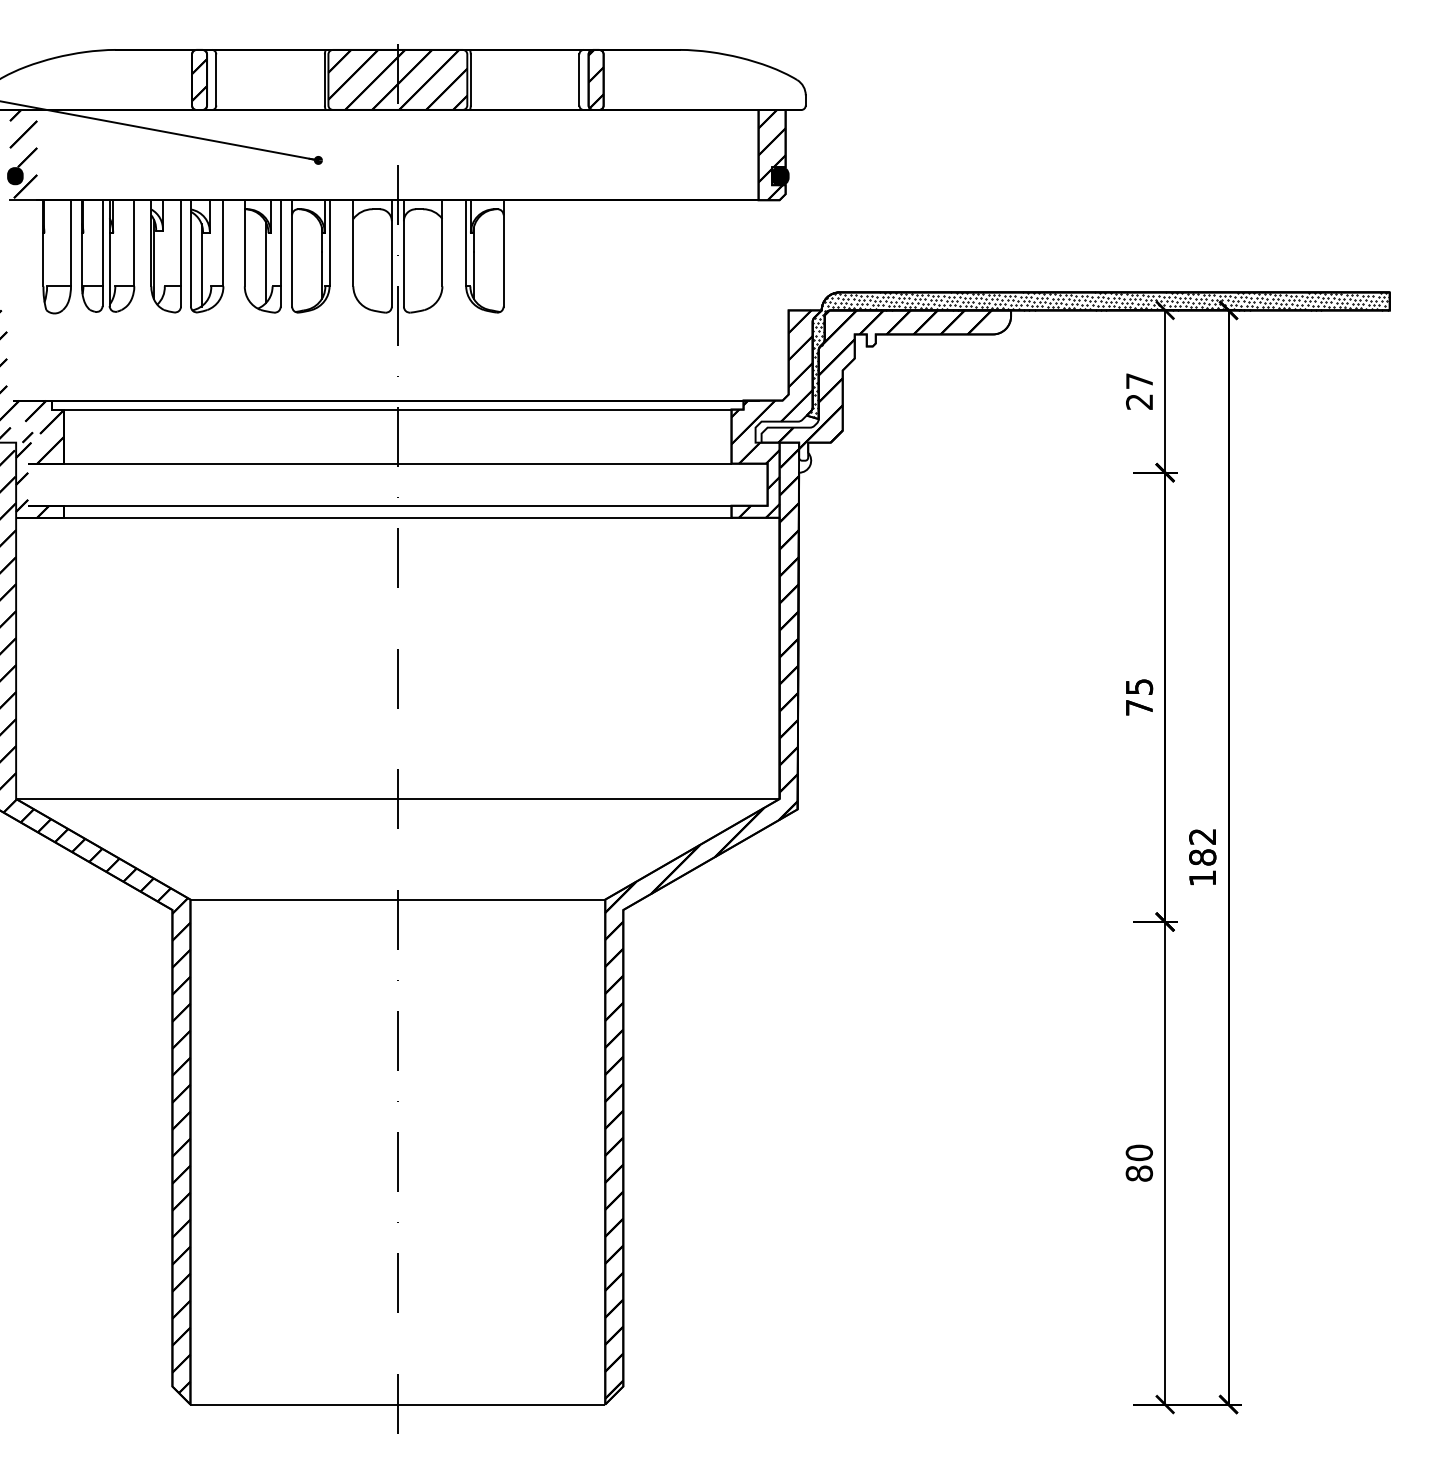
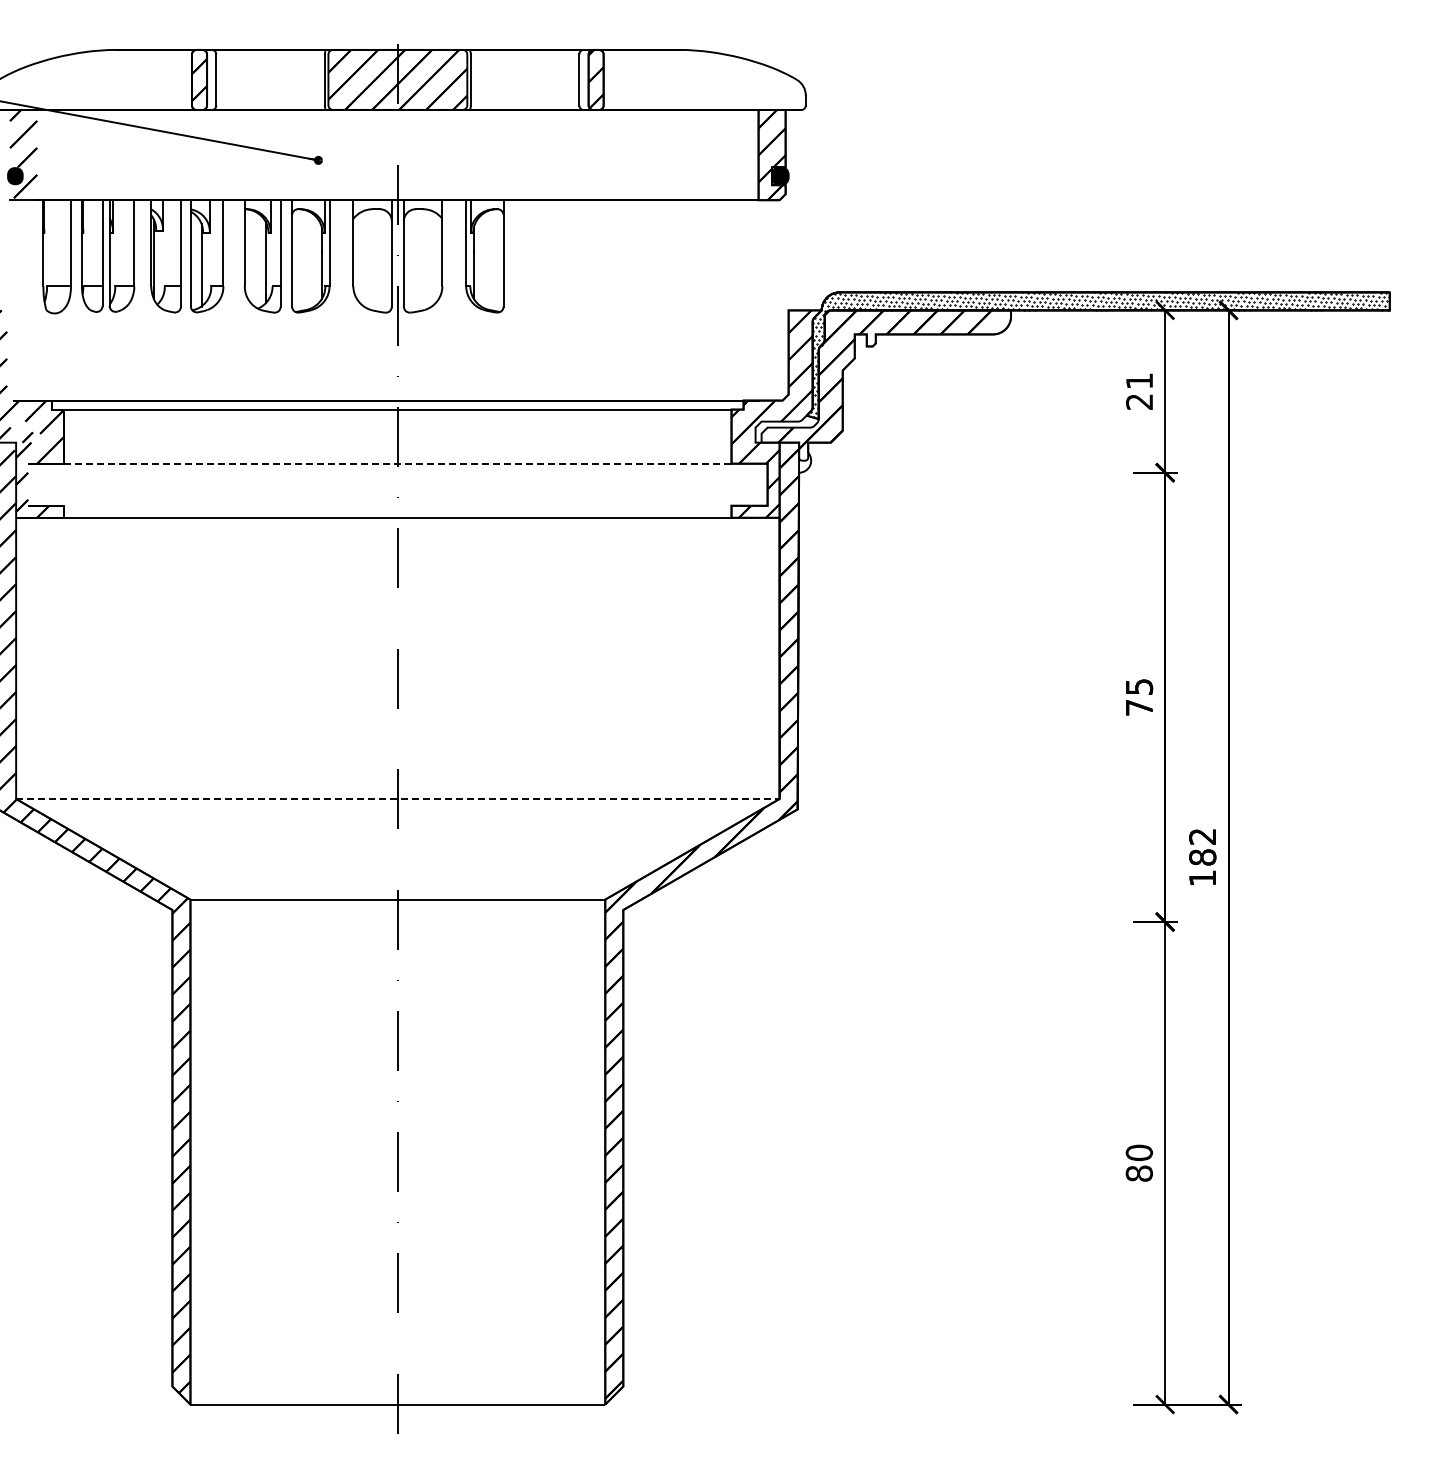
text at (1139, 380): 27 -> 21
line at (397, 463): solid -> dashed
line at (397, 505): present -> none
line at (397, 798): solid -> dashed
